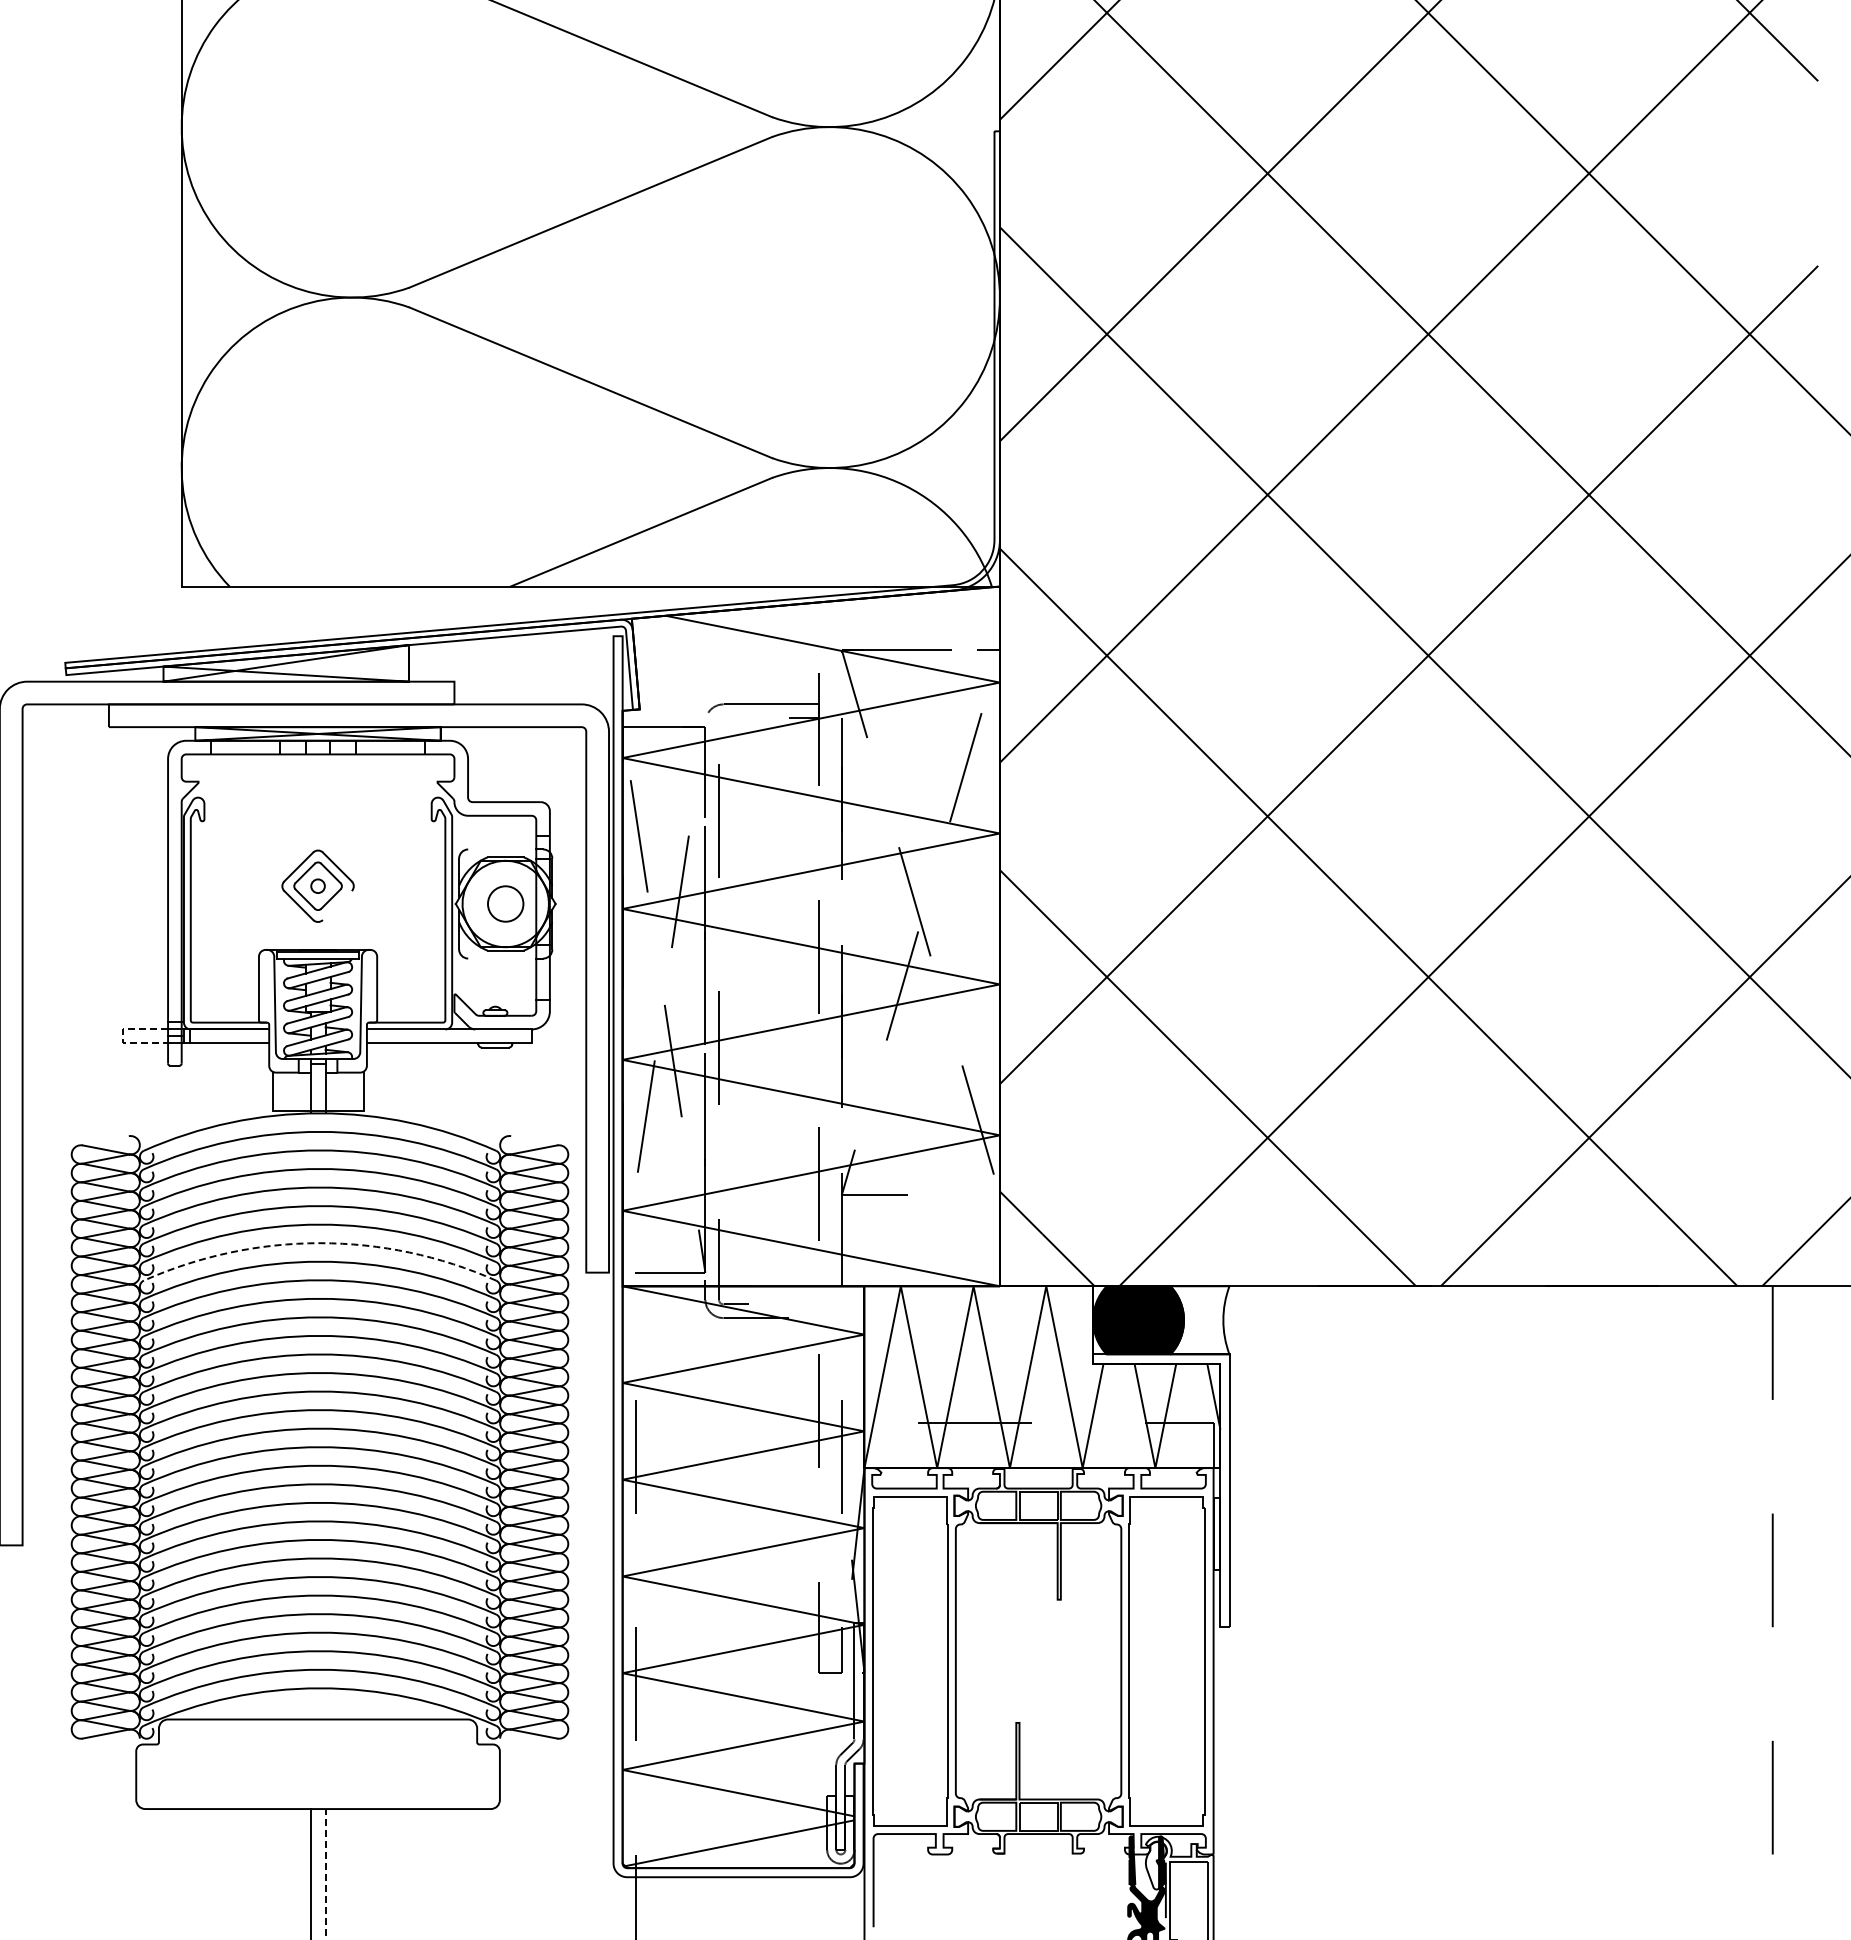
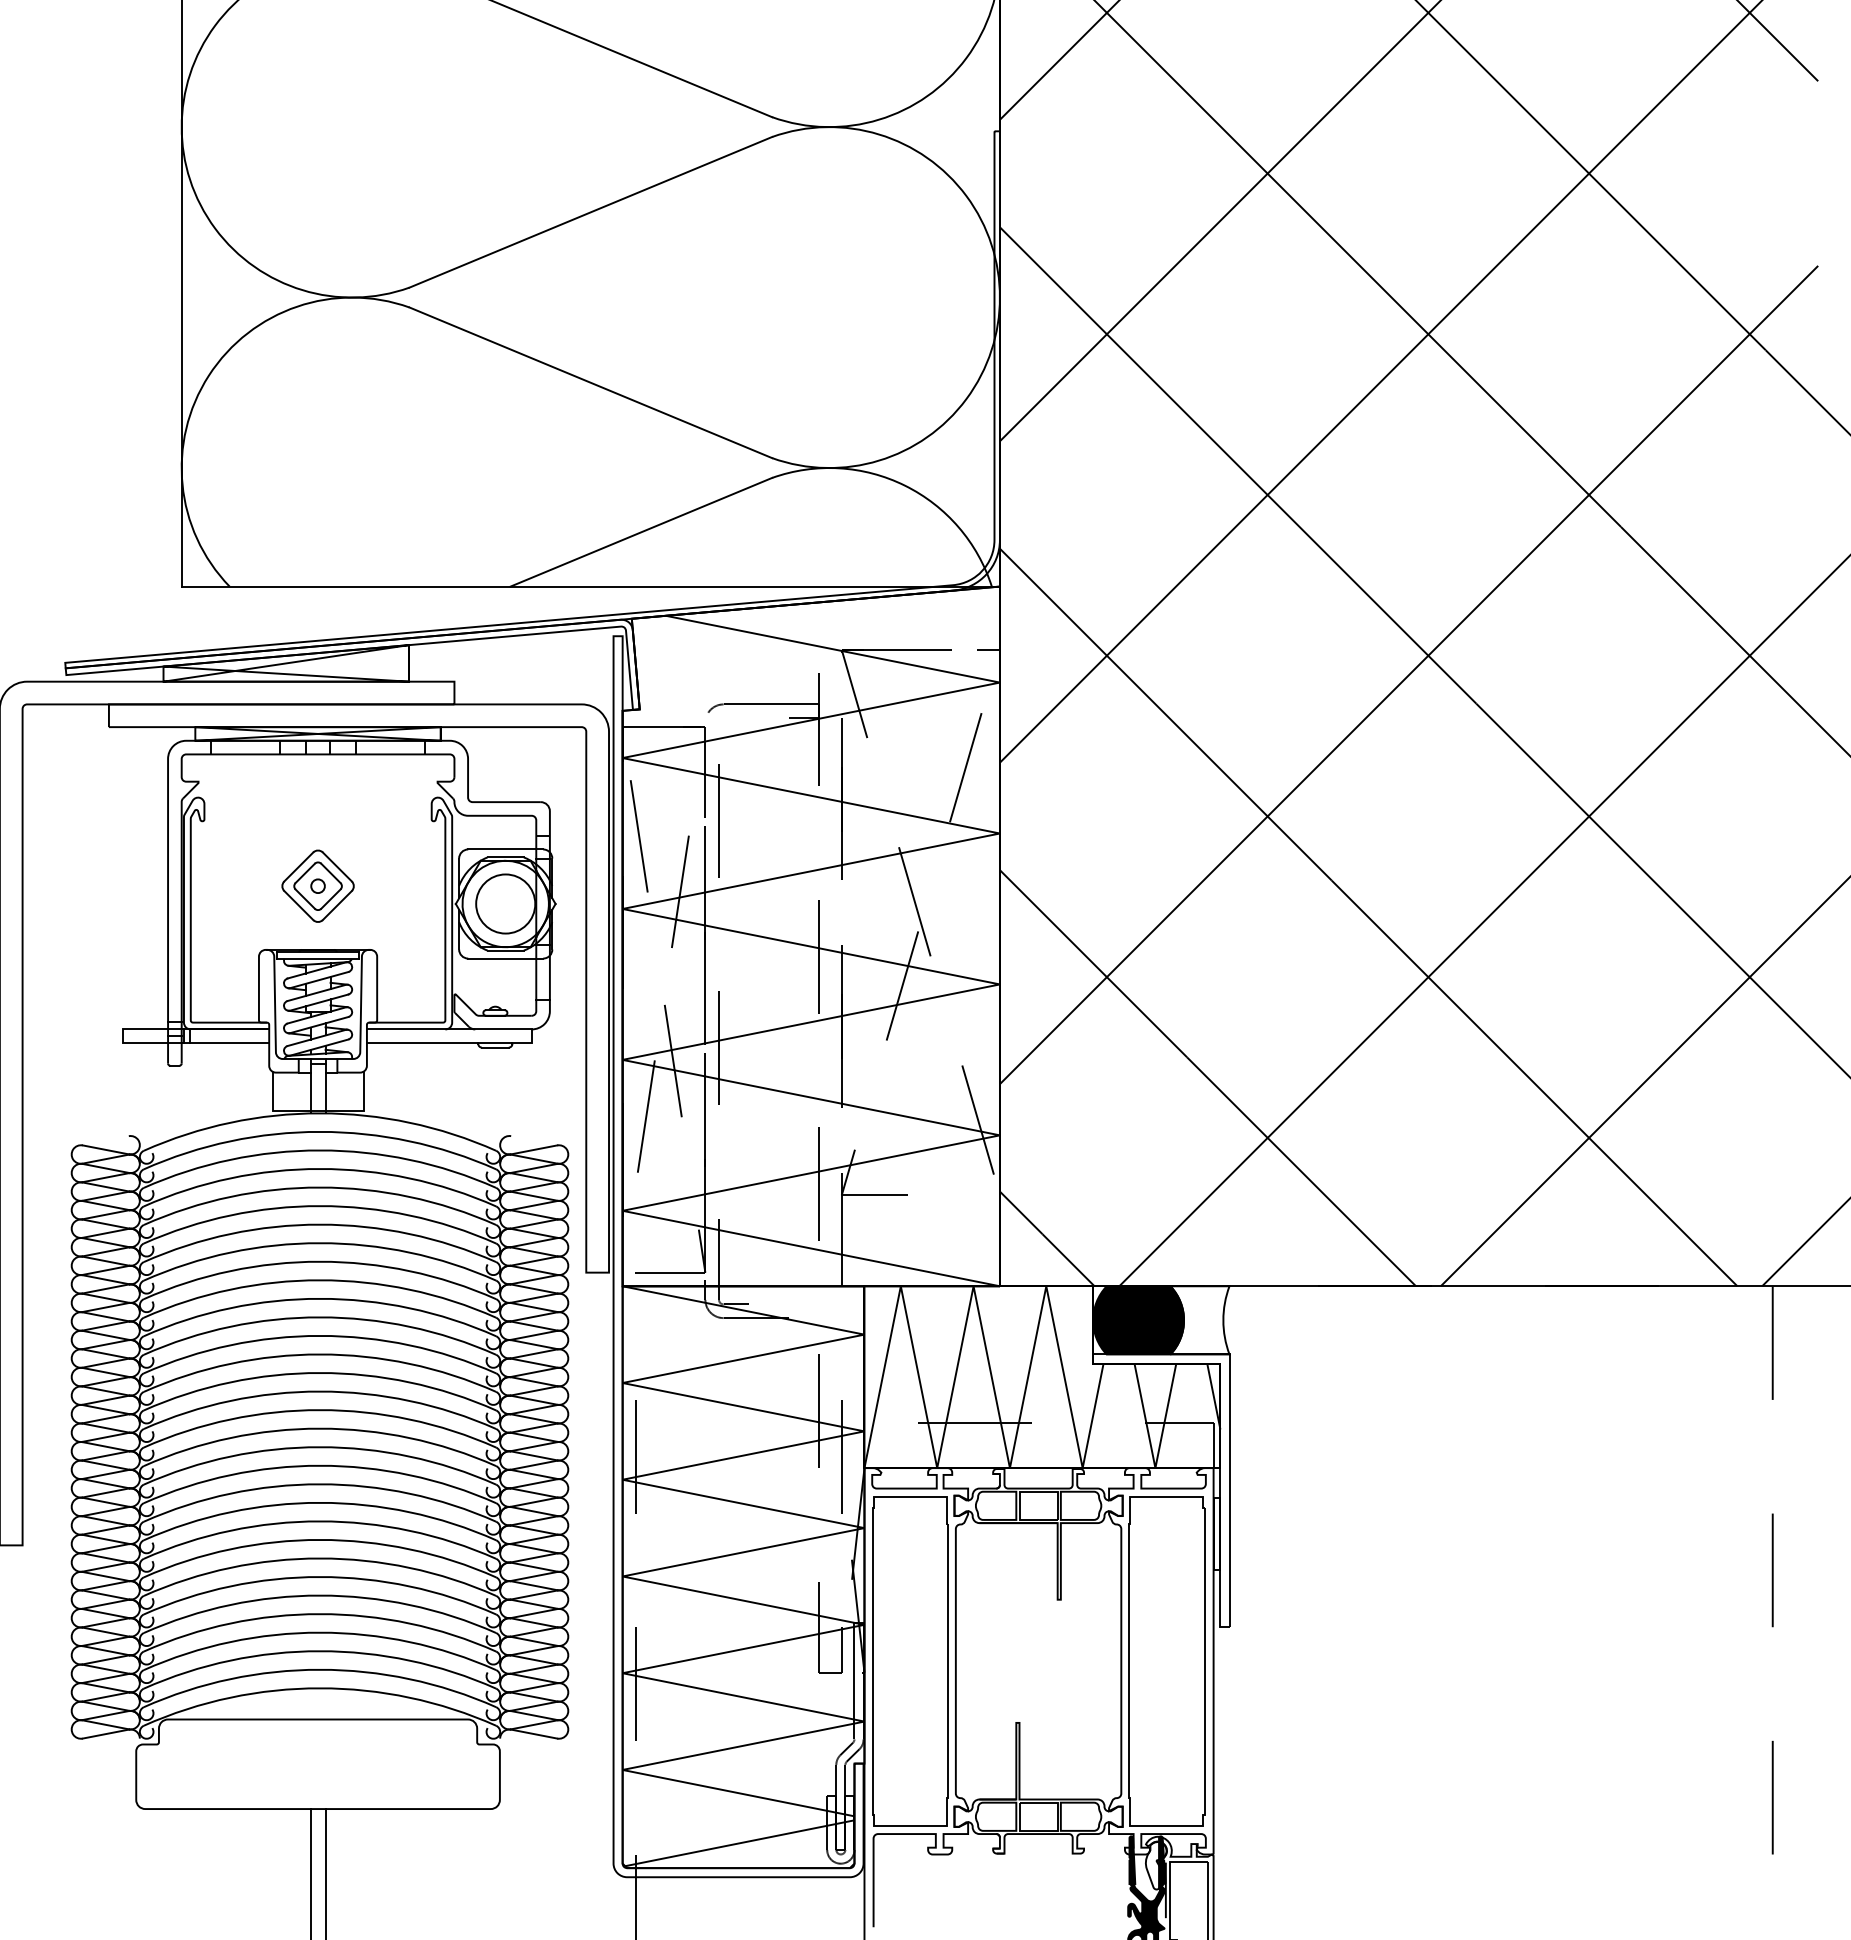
line at (502, 849): none -> present
circle at (505, 903) diameter: 35 px -> 59 px
line at (336, 905): none -> present
line at (502, 958): none -> present
line at (122, 1036): dashed -> solid
arc at (320, 1243): dashed -> solid
line at (325, 1874): dashed -> solid
